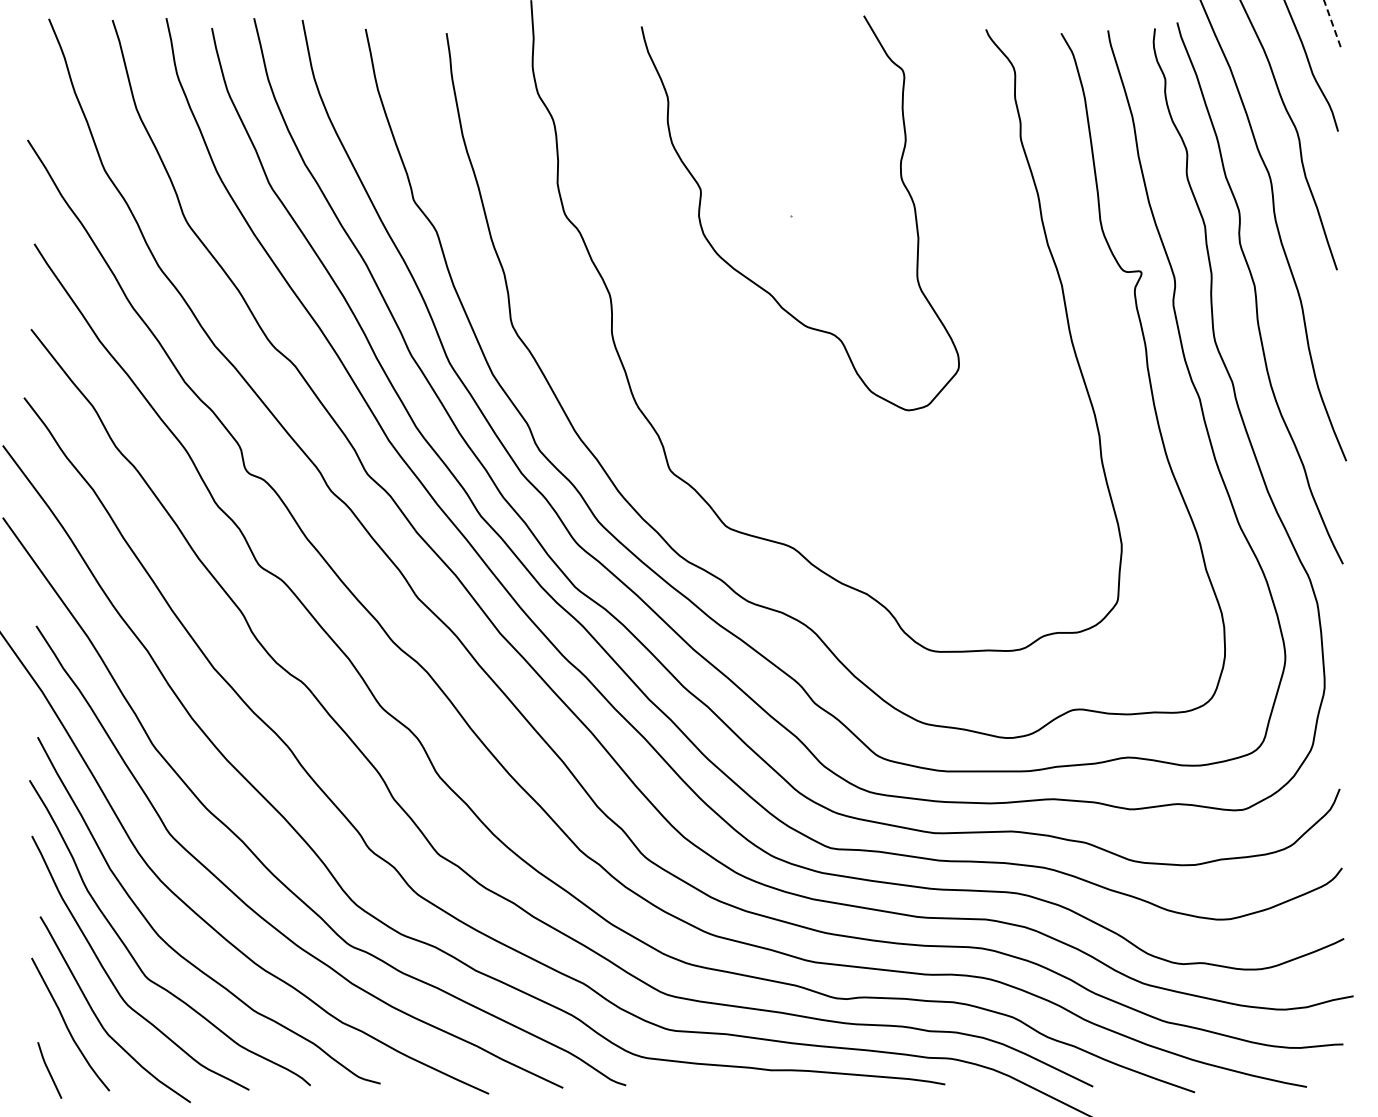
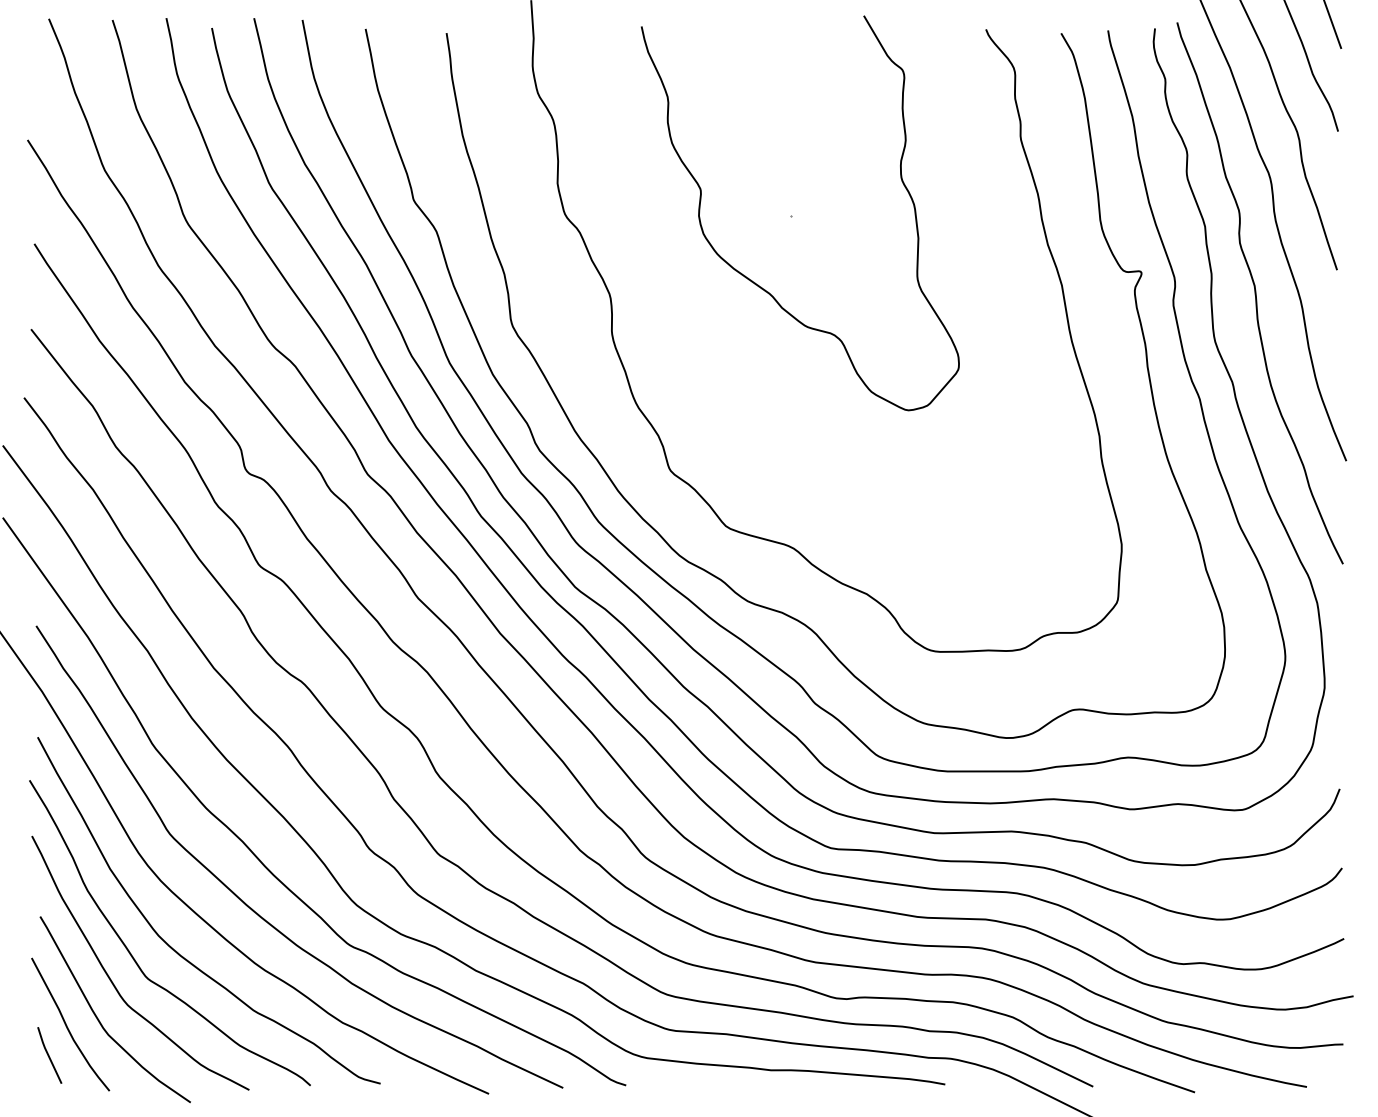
line at (1332, 24): dashed -> solid
line at (49, 1070) position: (49, 1070) -> (49, 1055)
